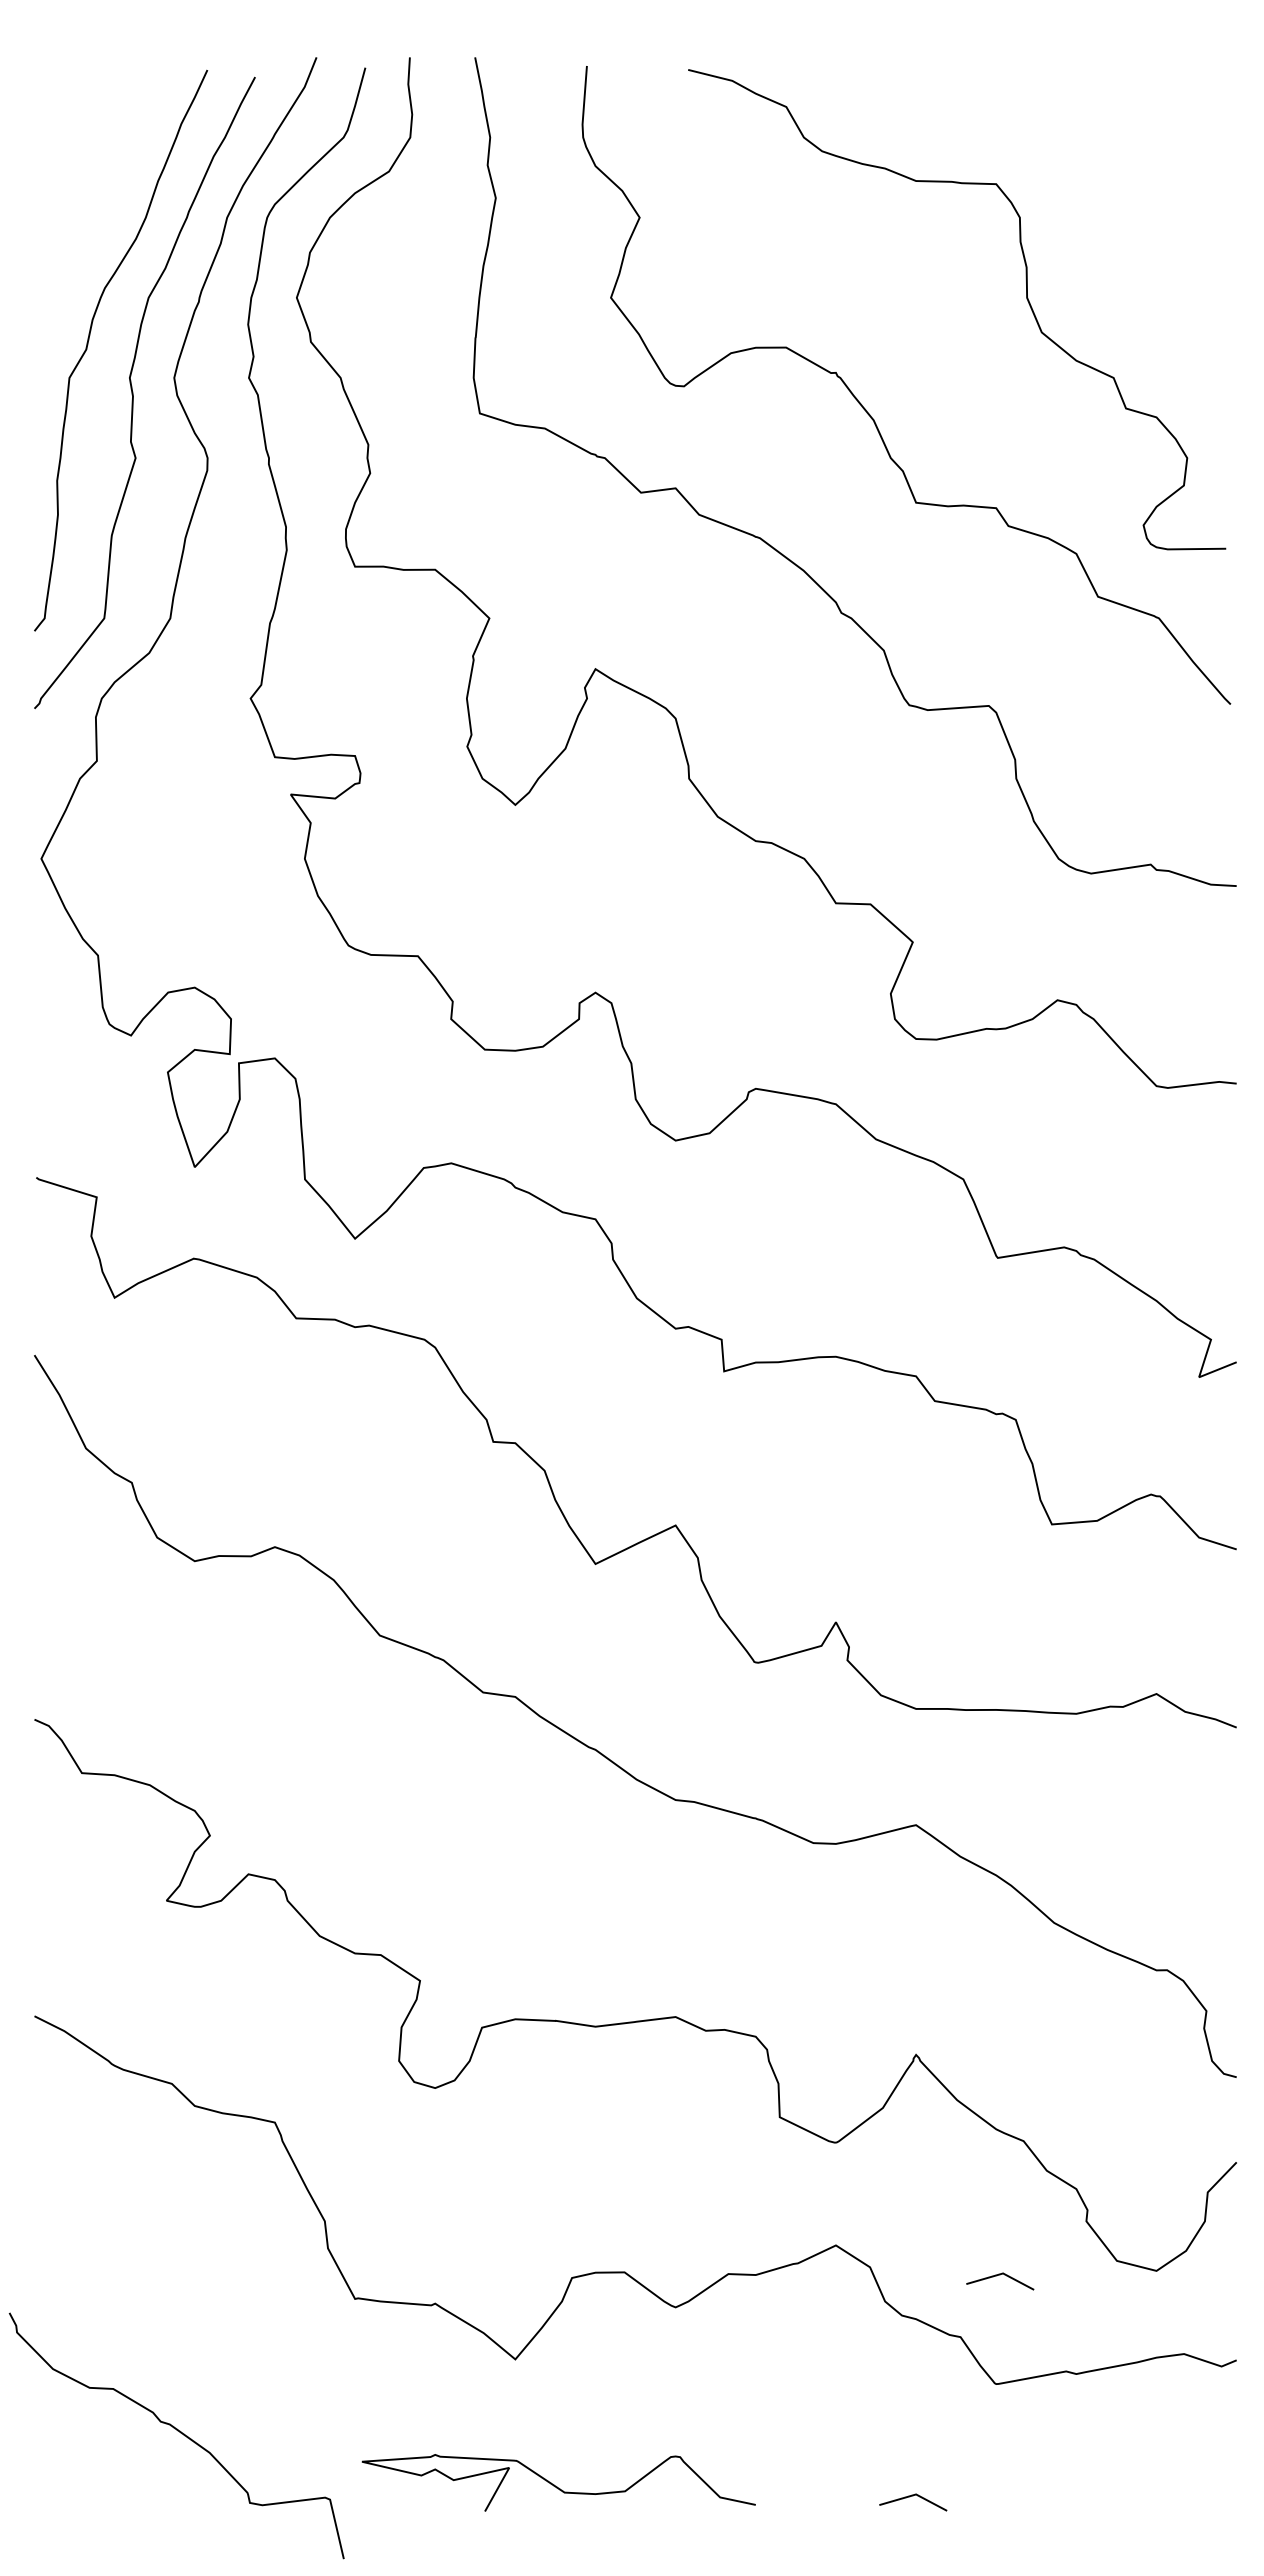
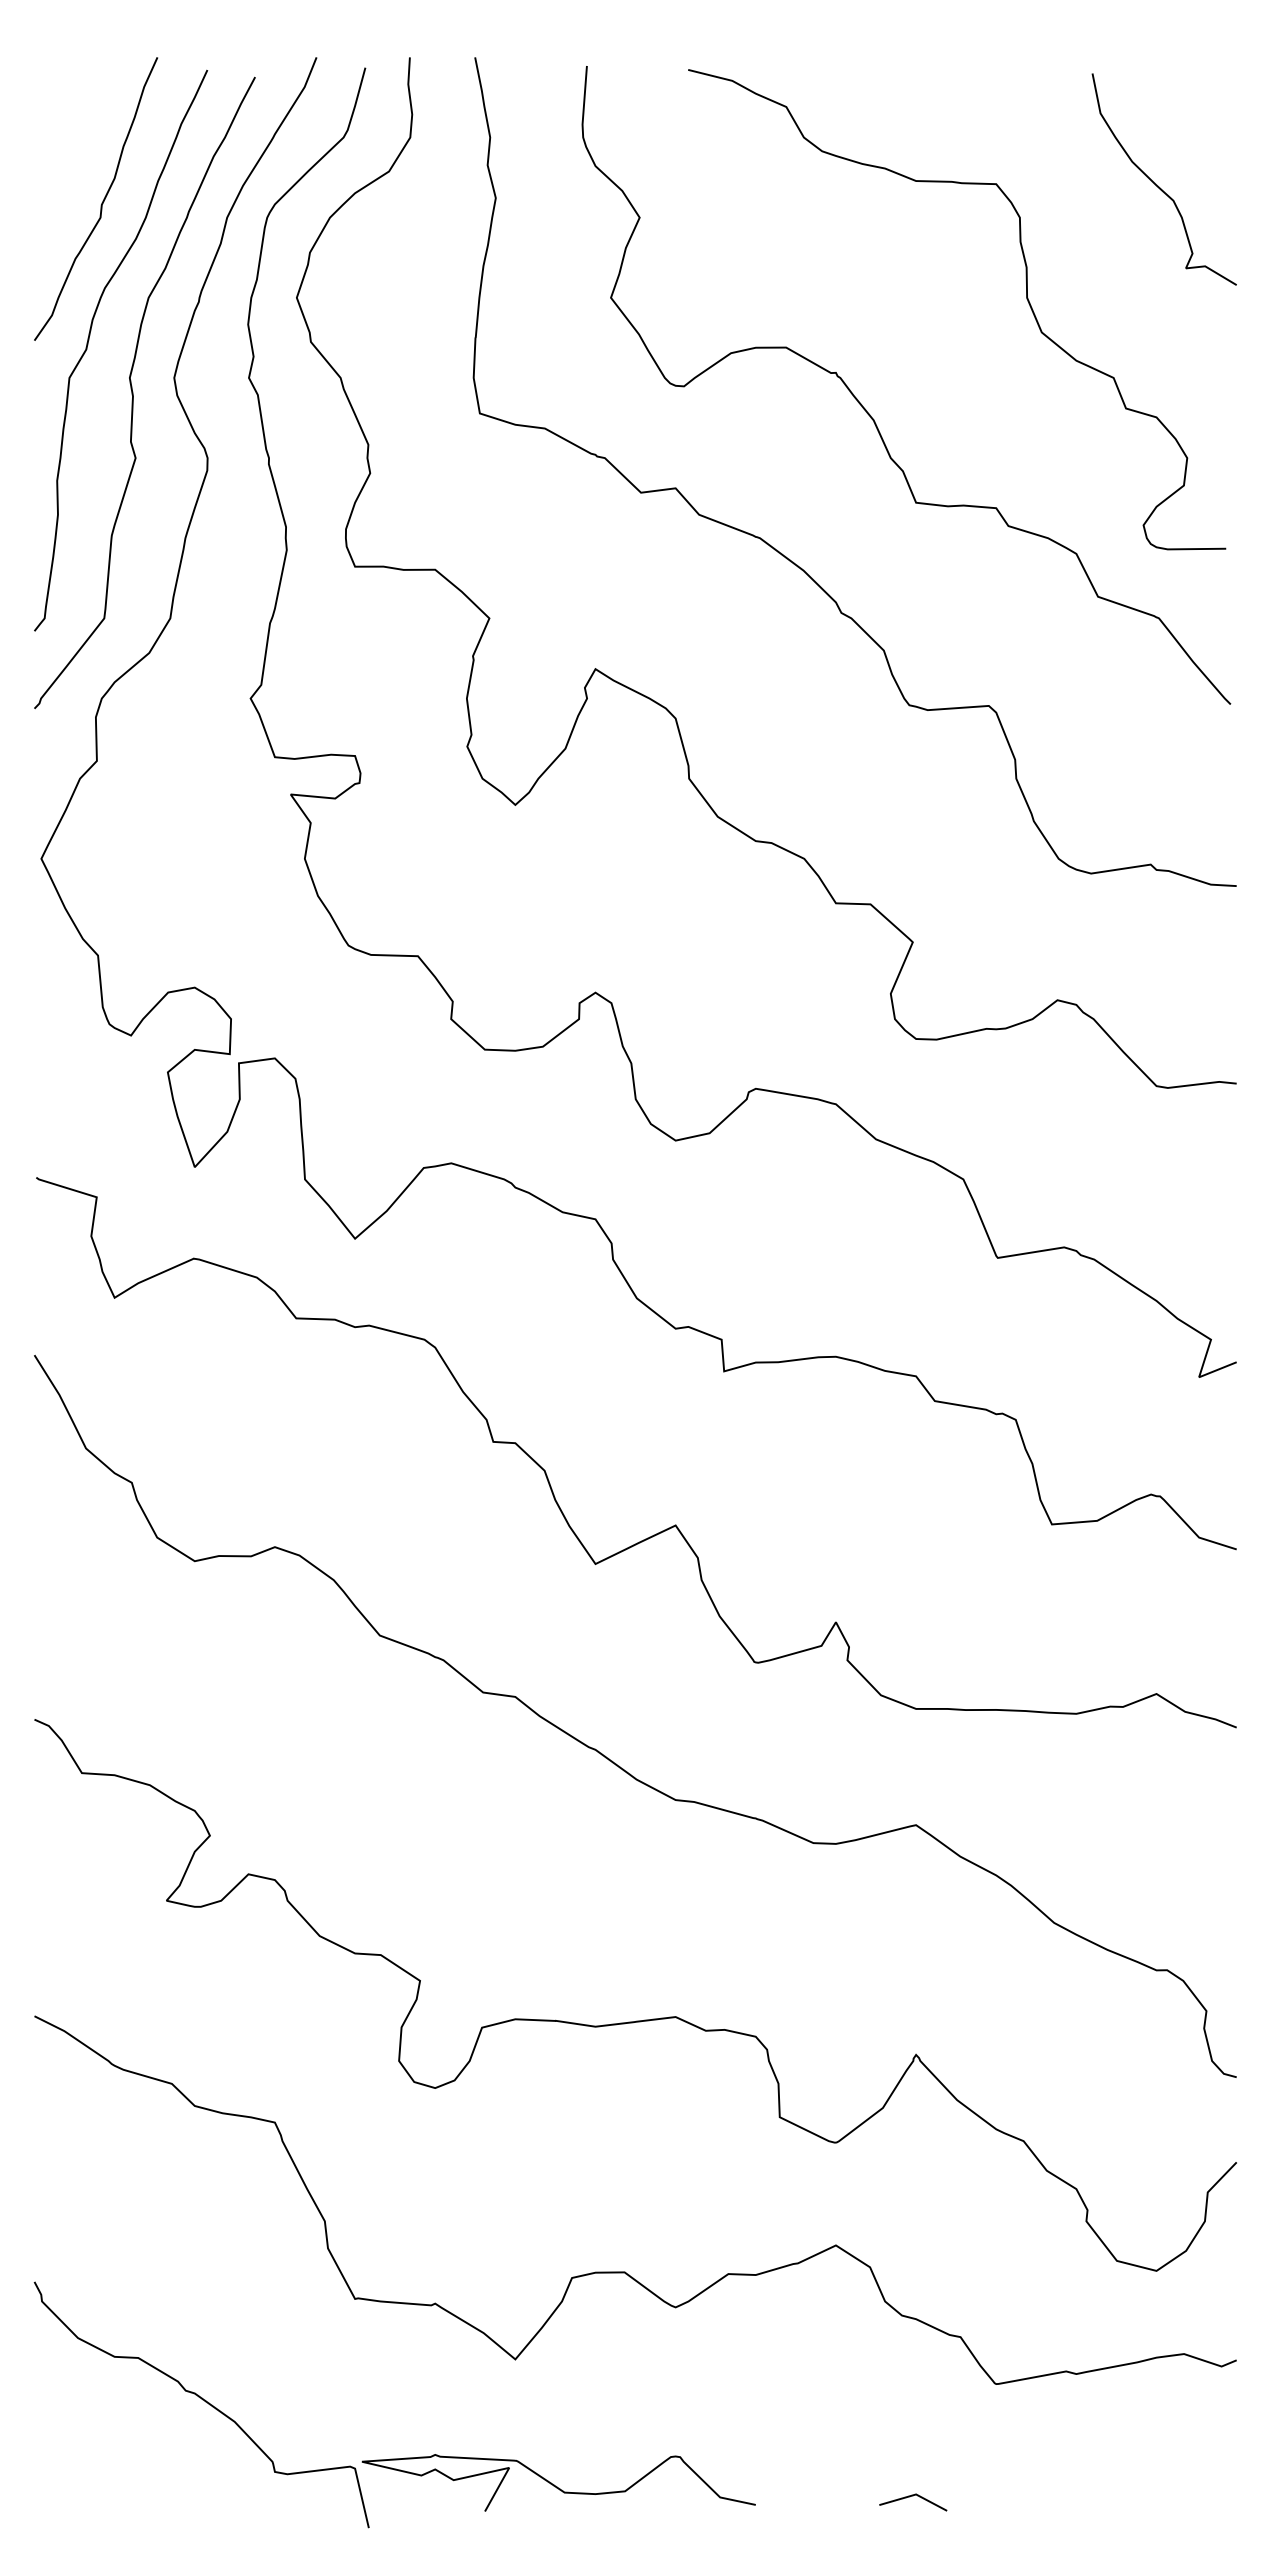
curve at (1158, 185): none -> present
curve at (102, 200): none -> present
line at (1000, 2275): present -> none
curve at (177, 2431) position: (177, 2431) -> (202, 2400)
